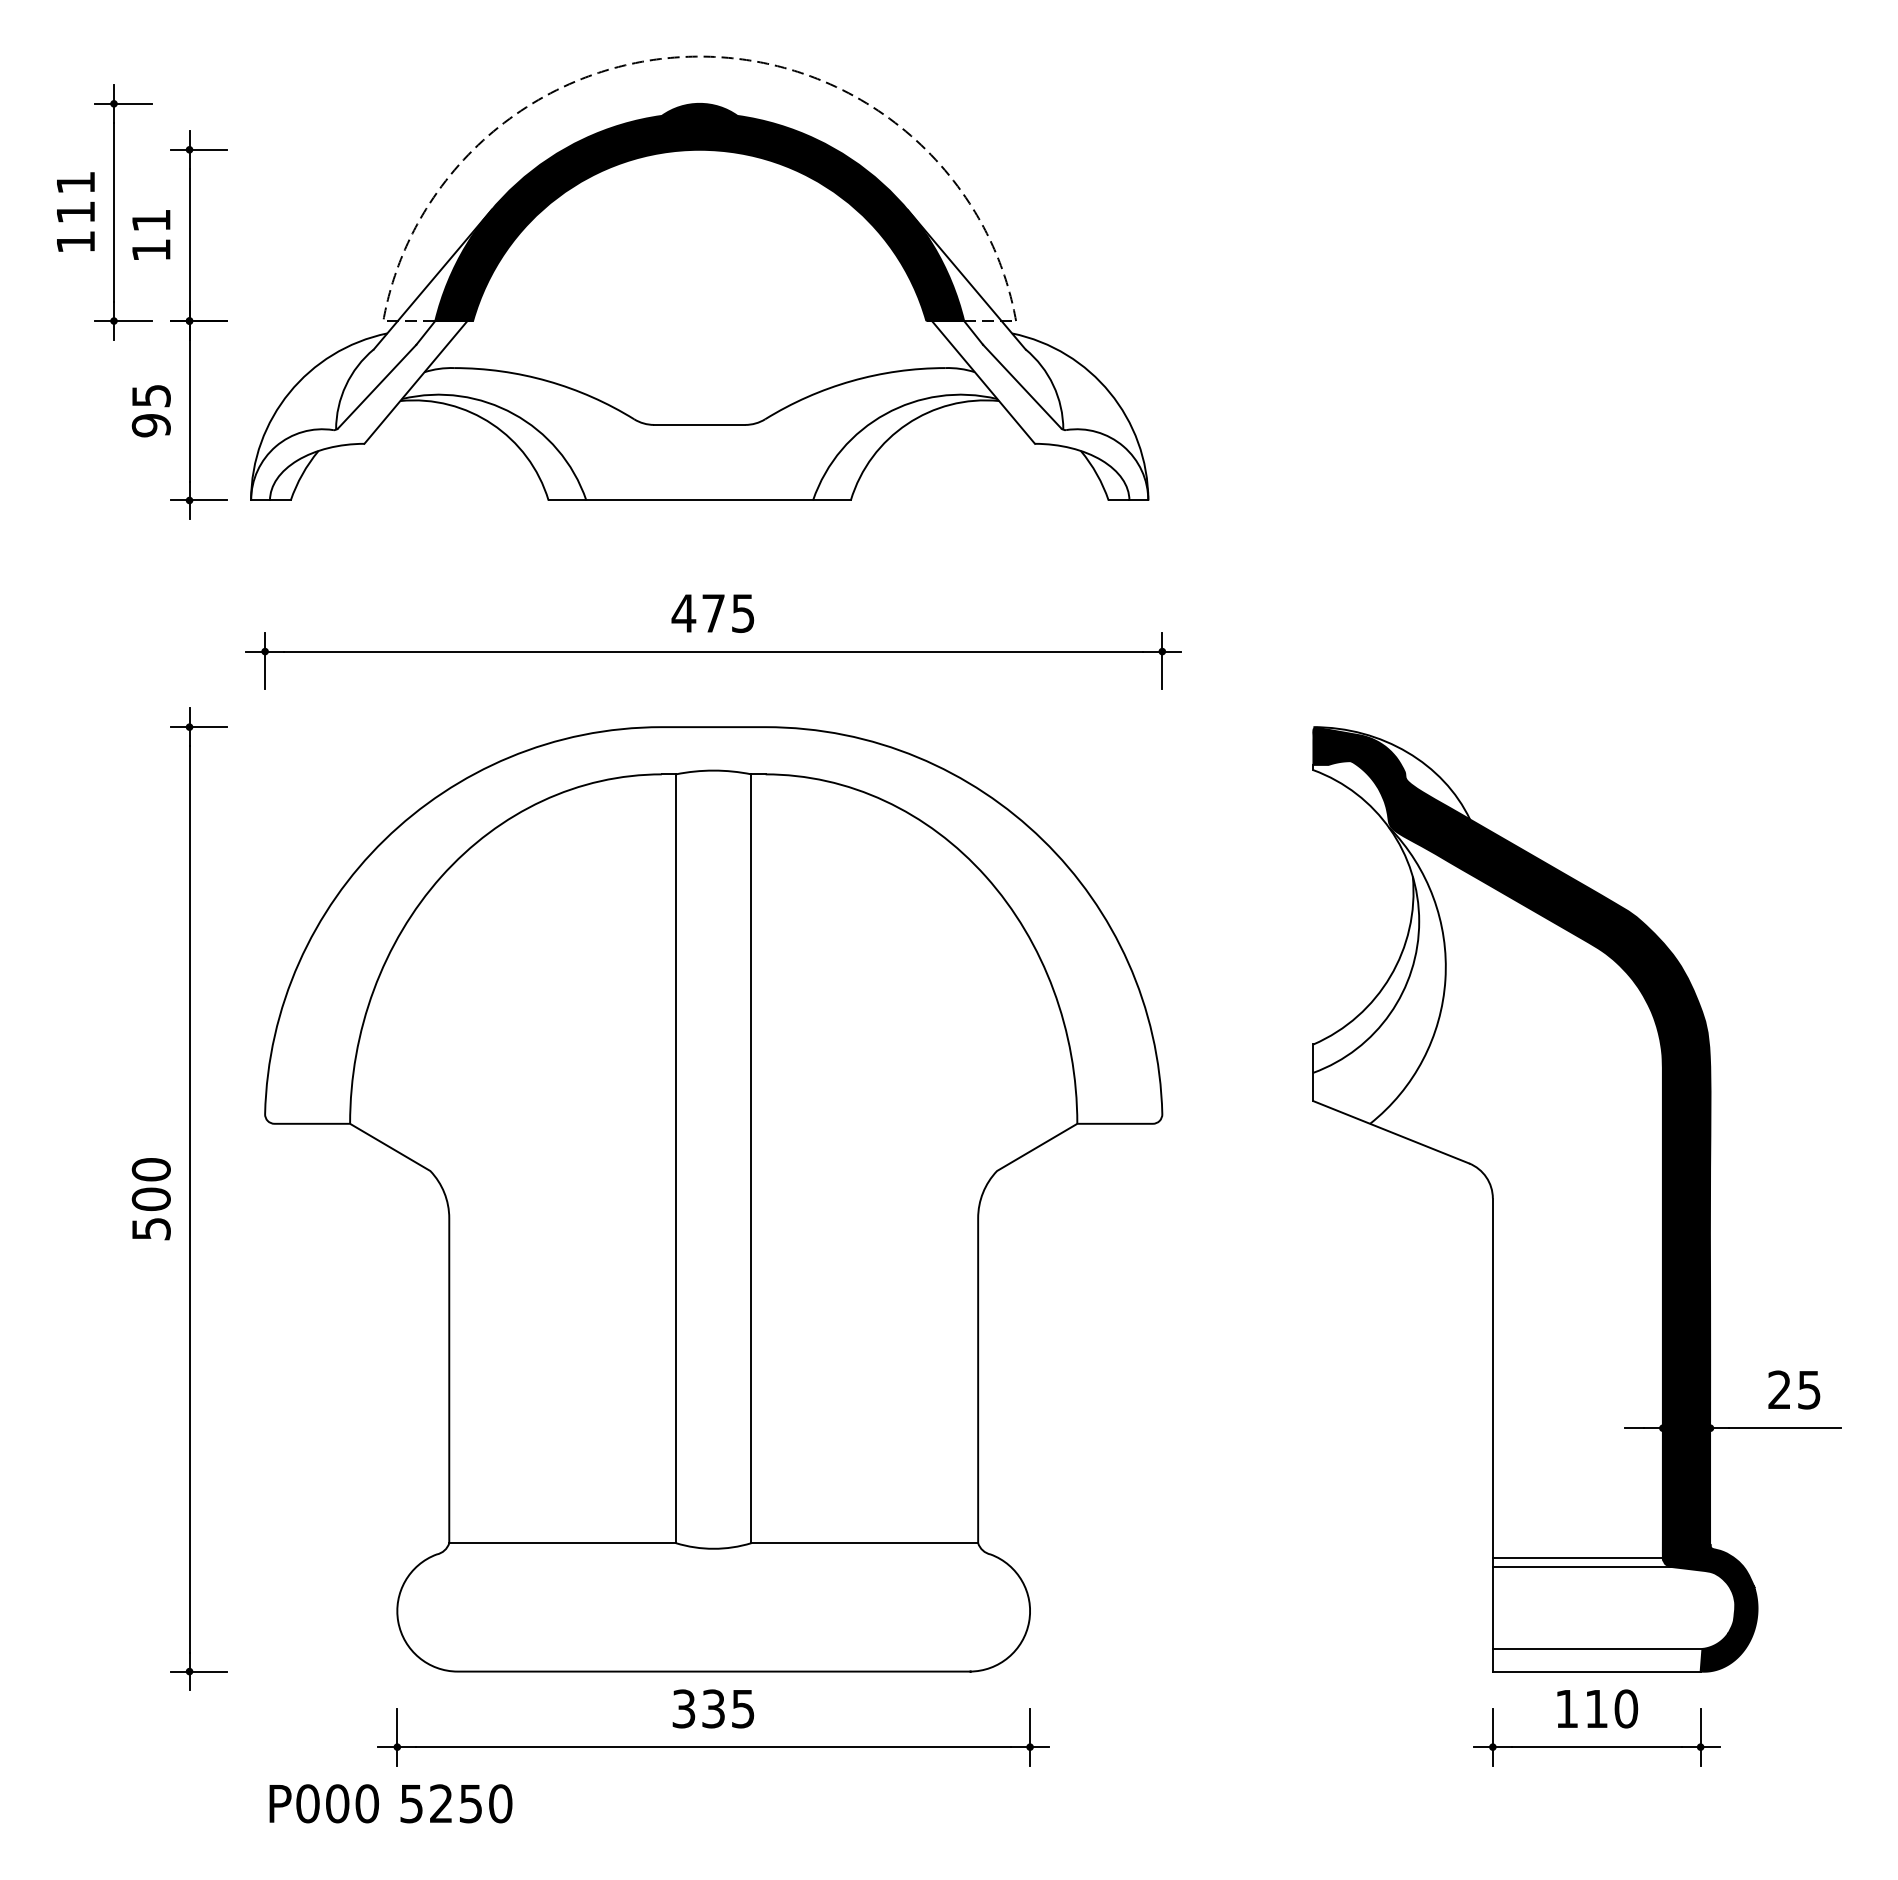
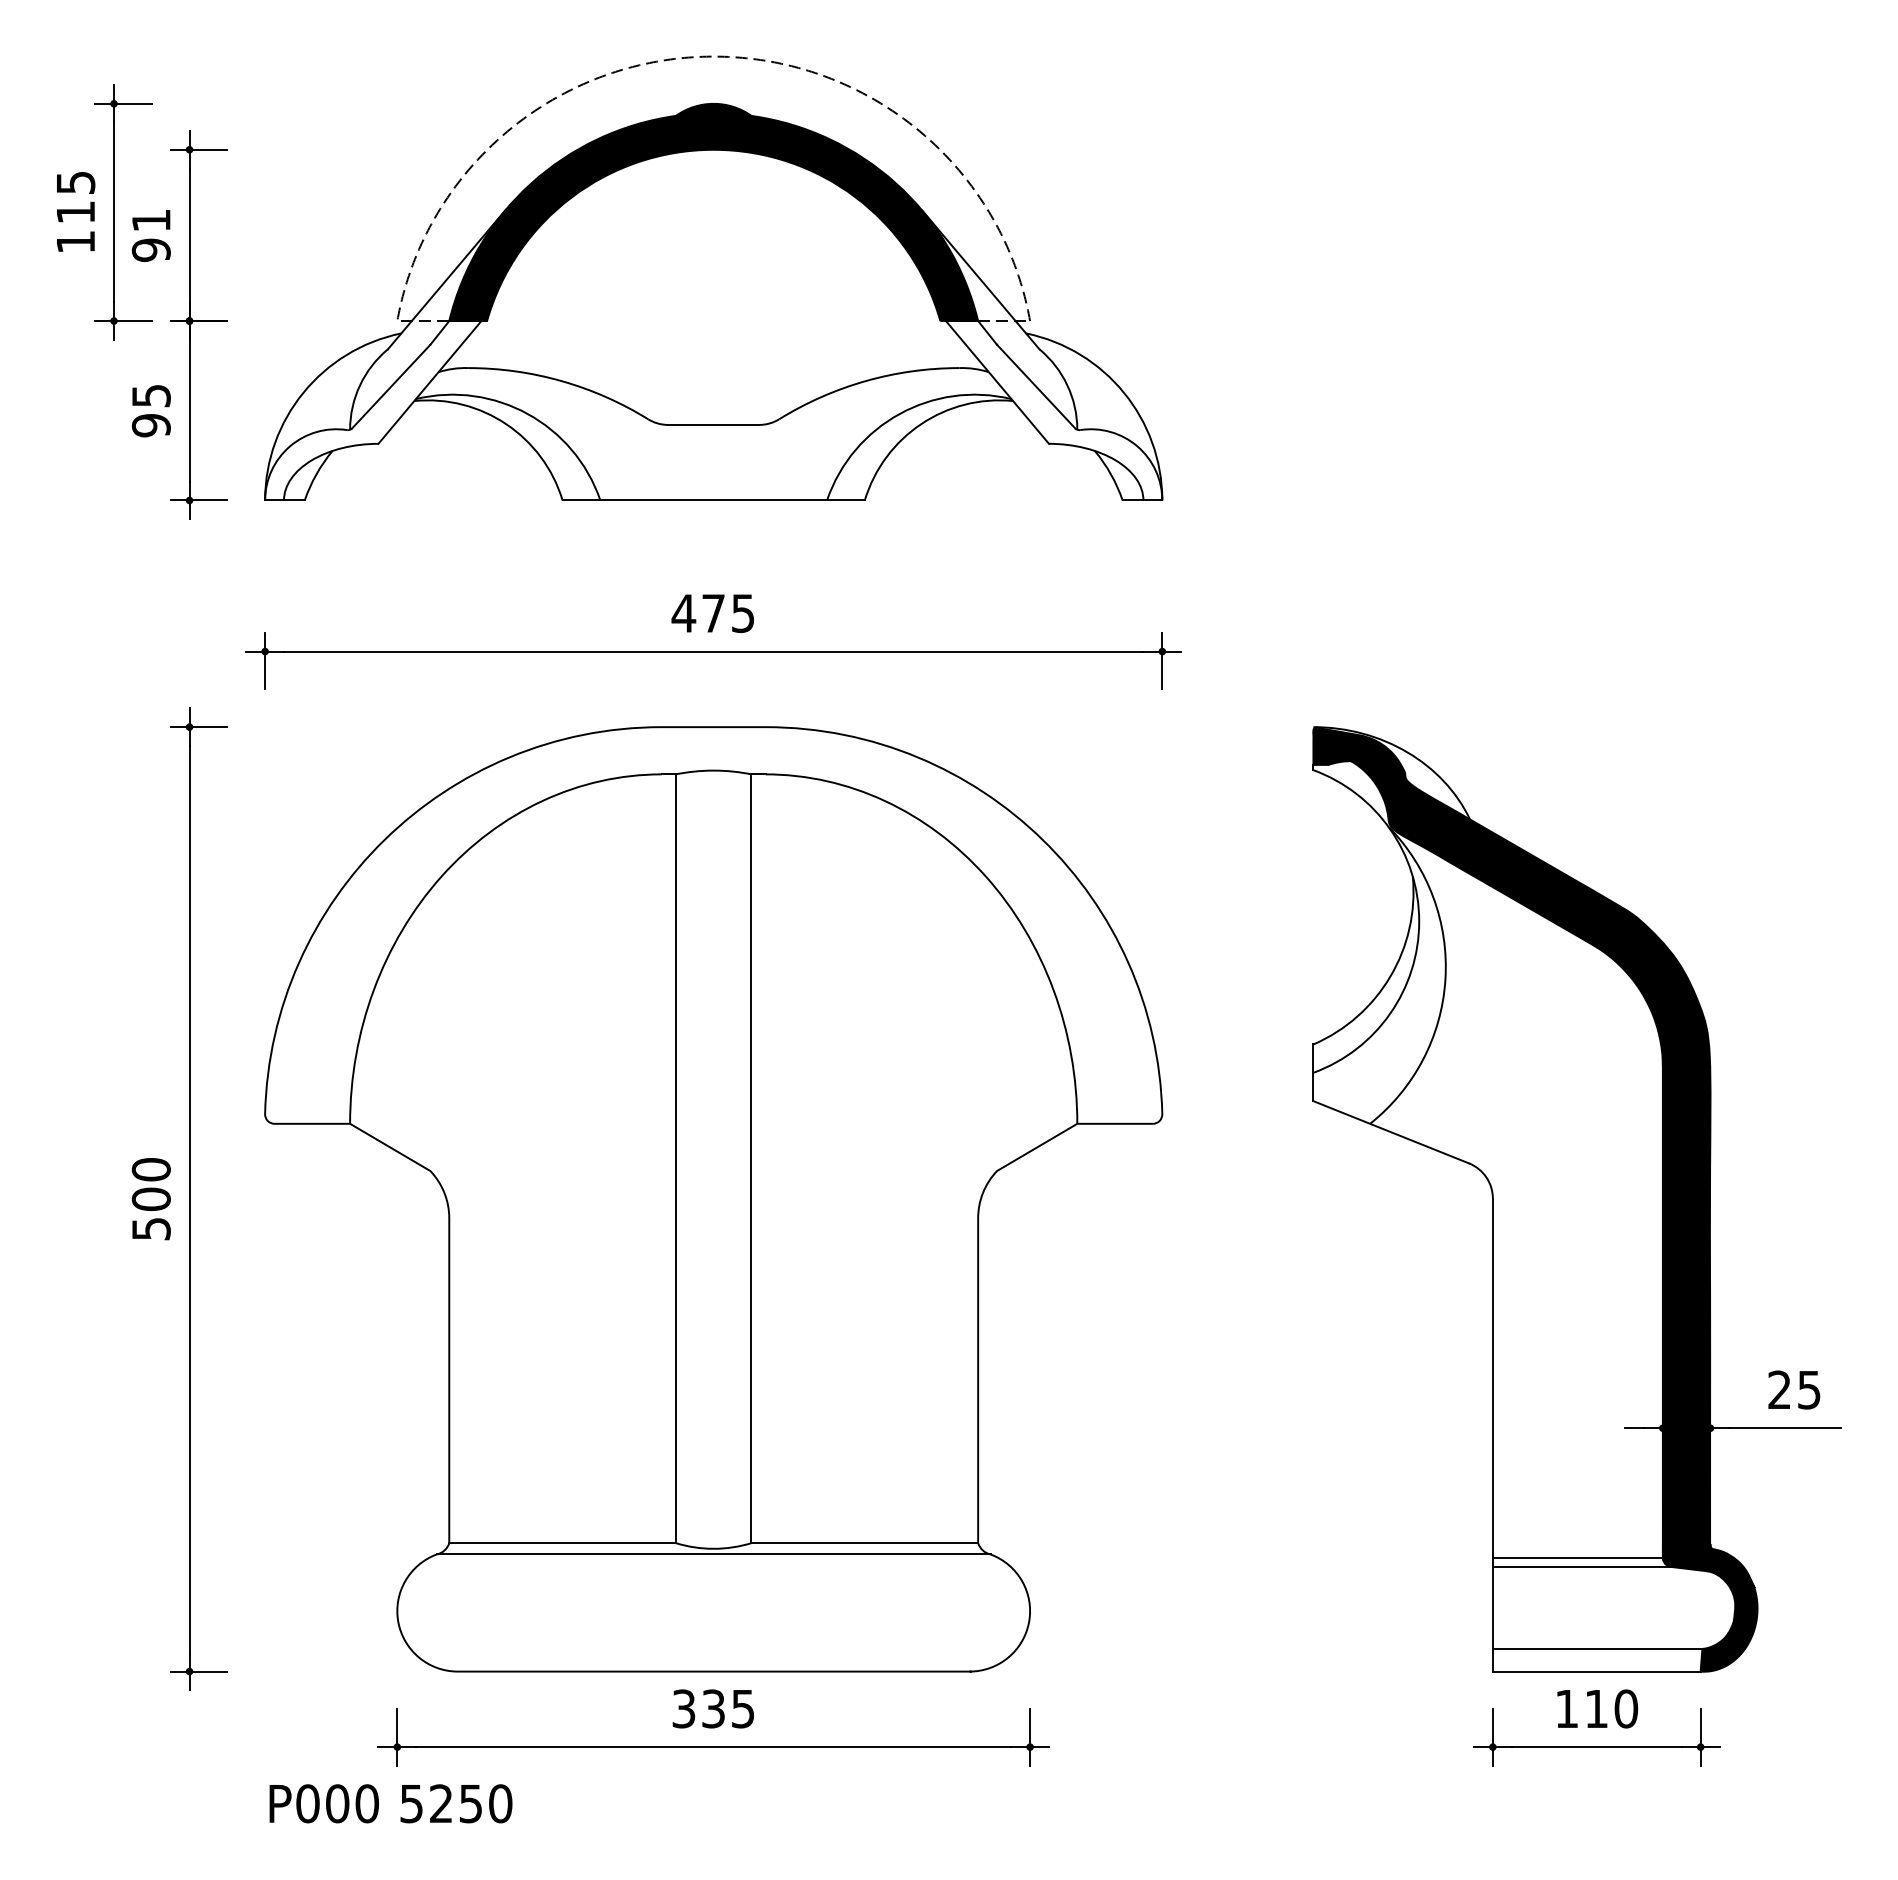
text at (76, 182): 111 -> 115
text at (150, 250): 11 -> 91
part at (699, 277) position: (699, 277) -> (713, 277)
line at (713, 1554): none -> present
